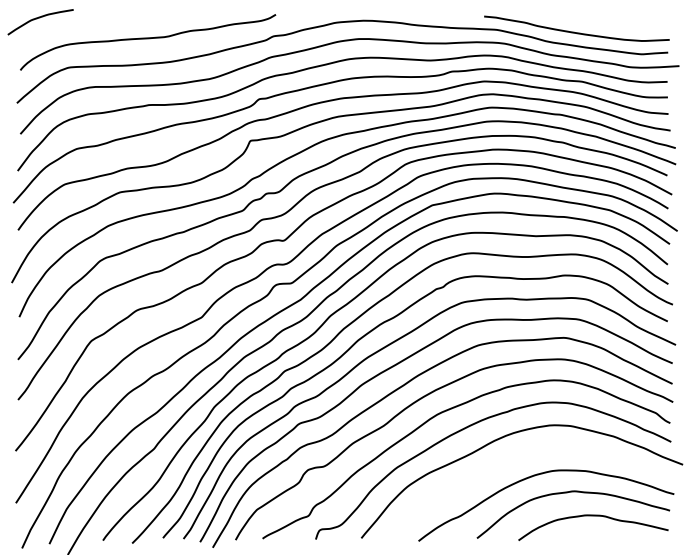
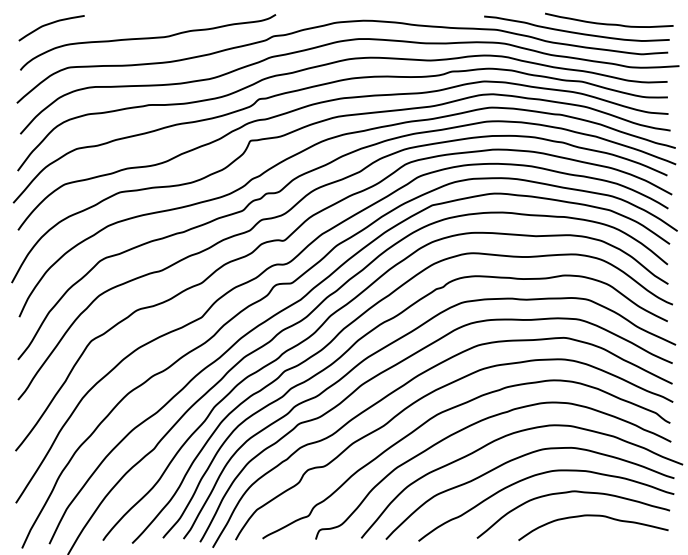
curve at (40, 18) position: (40, 18) -> (51, 24)
curve at (609, 23): none -> present
curve at (514, 460): none -> present
